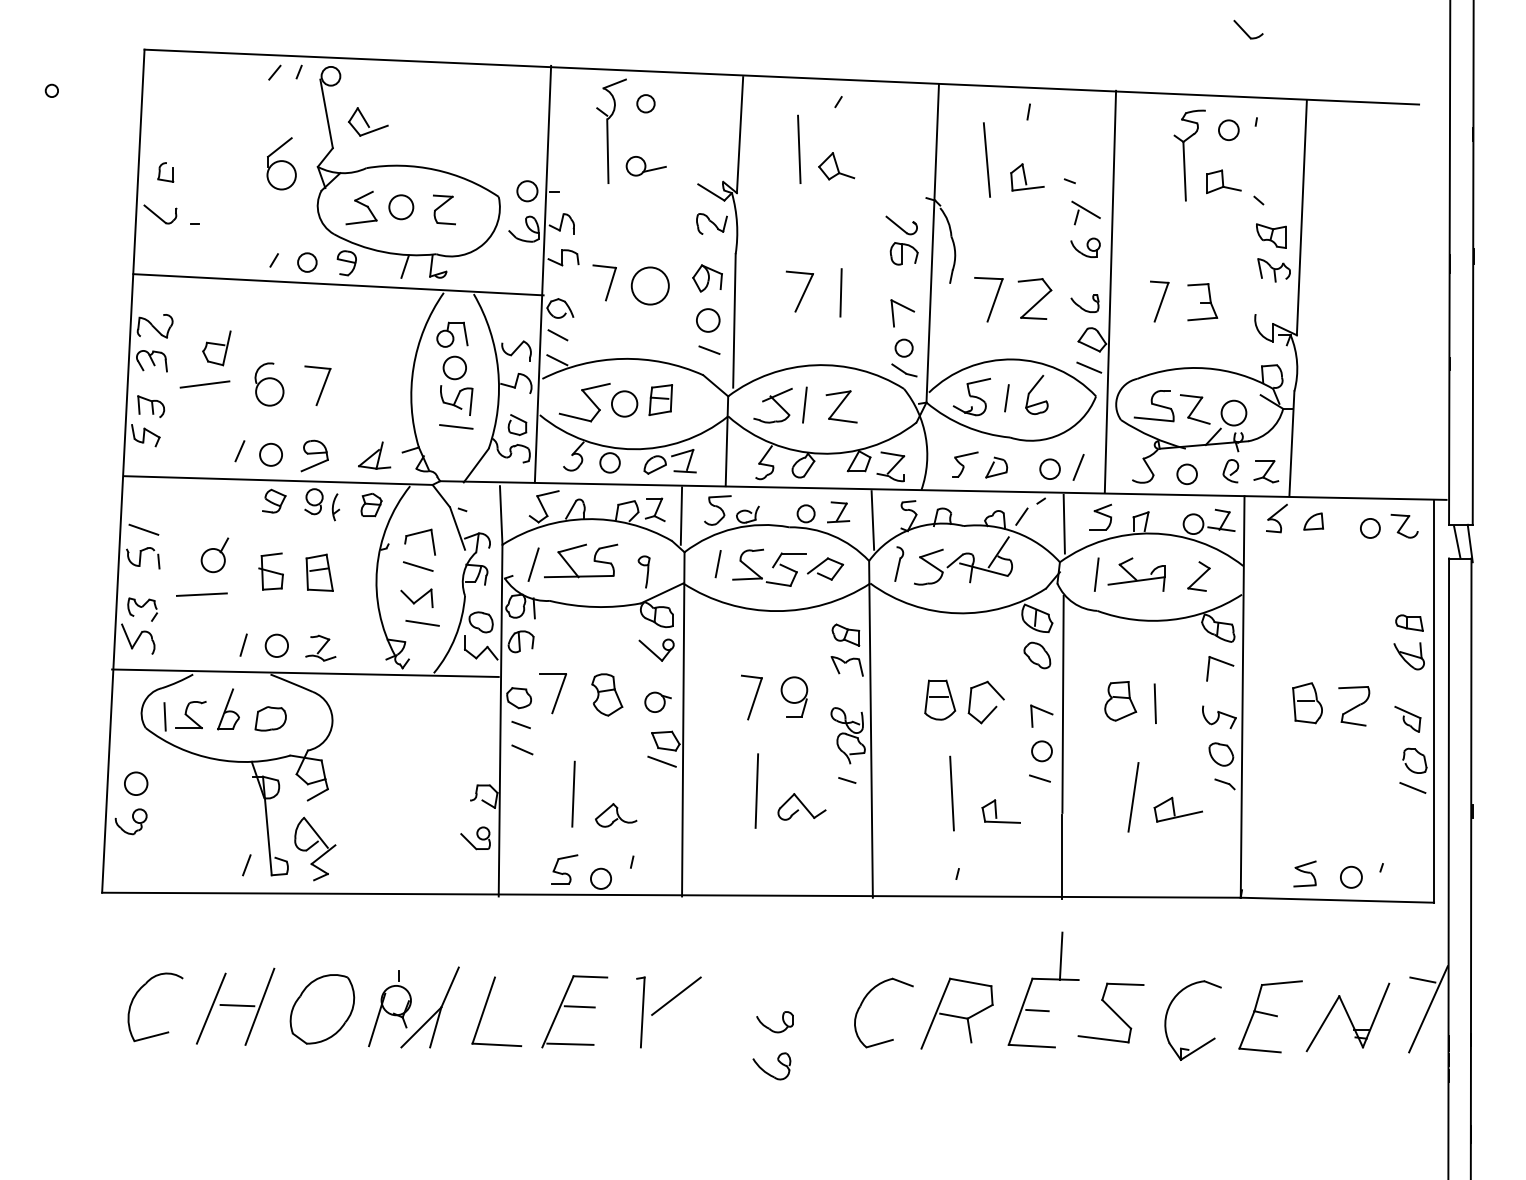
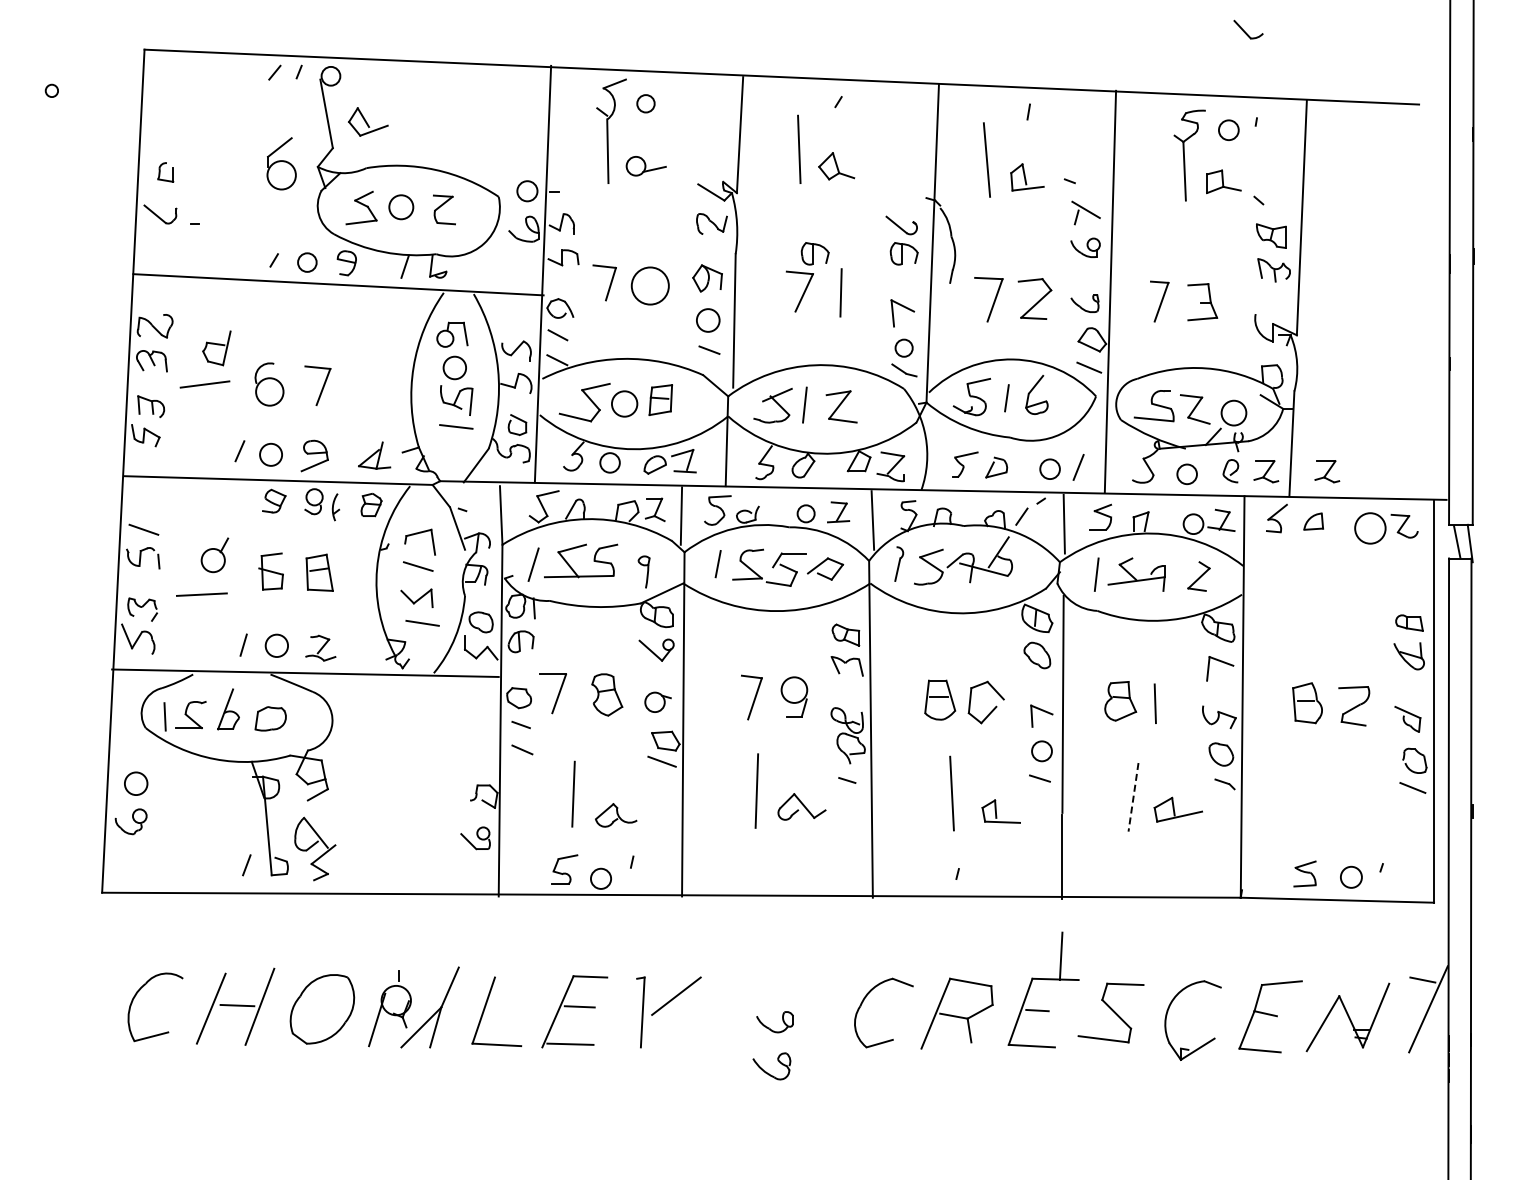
part at (814, 253): none -> present
part at (1327, 471): none -> present
circle at (1369, 527) diameter: 19 px -> 30 px
line at (1133, 797): solid -> dashed
